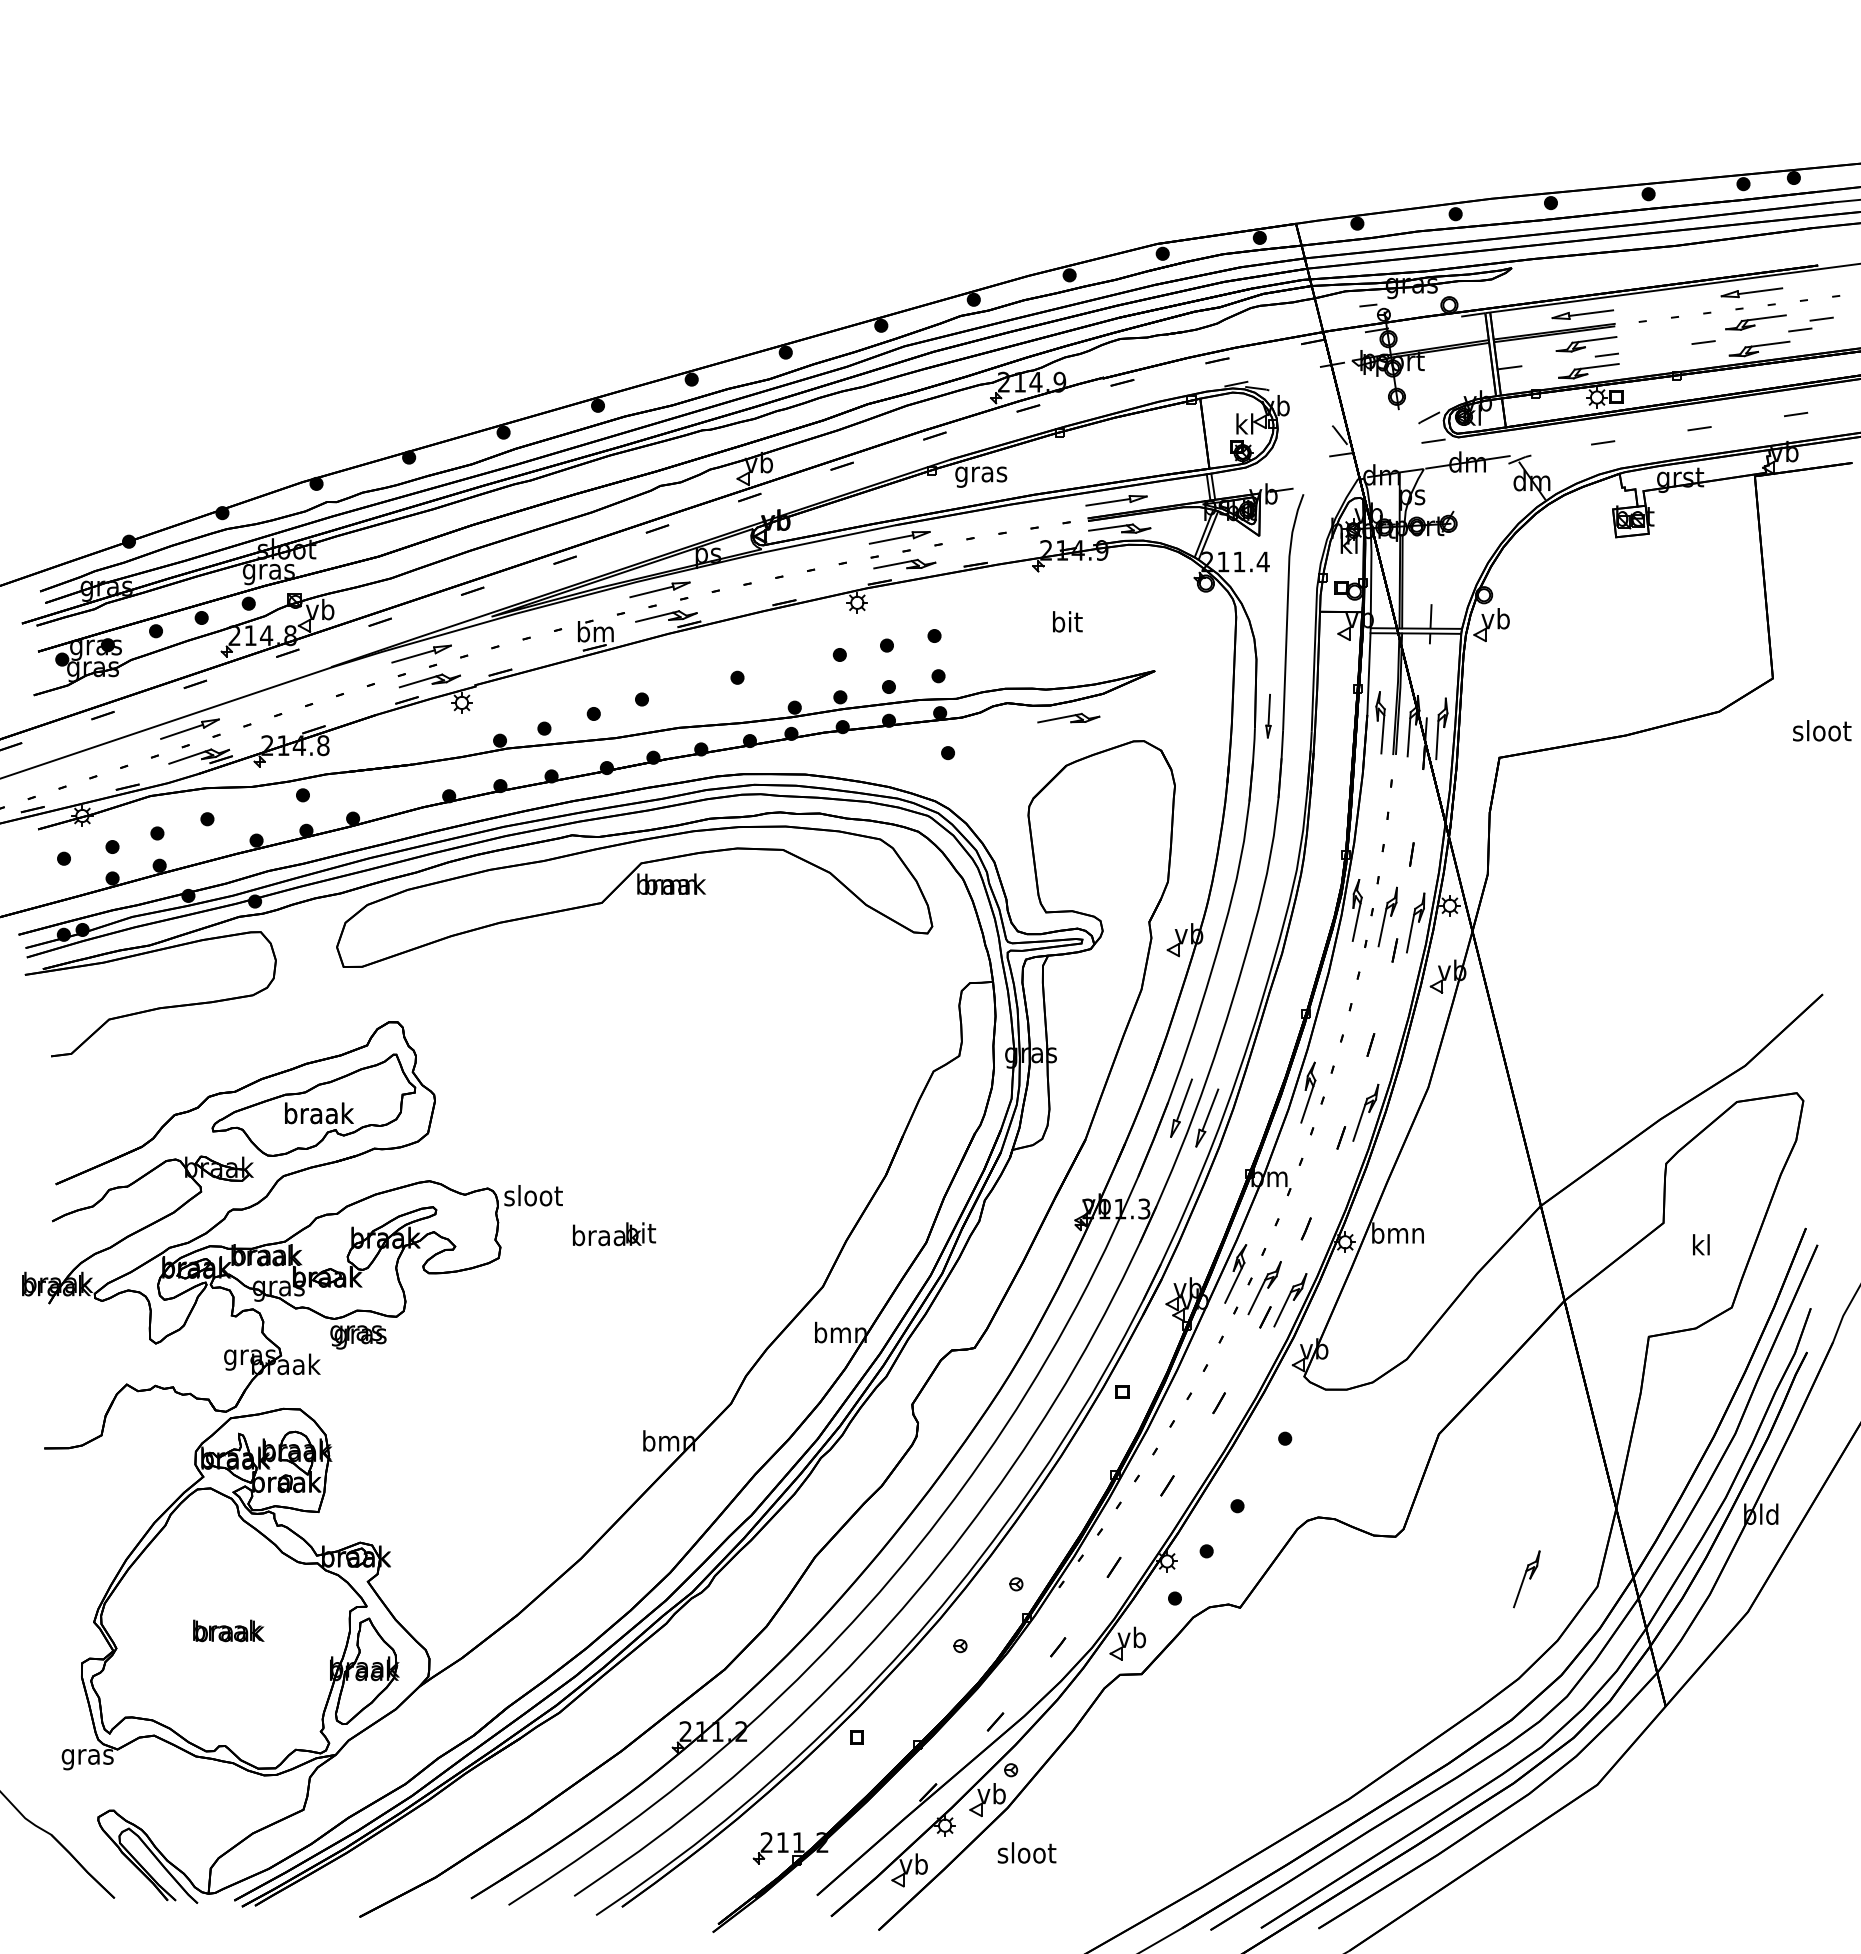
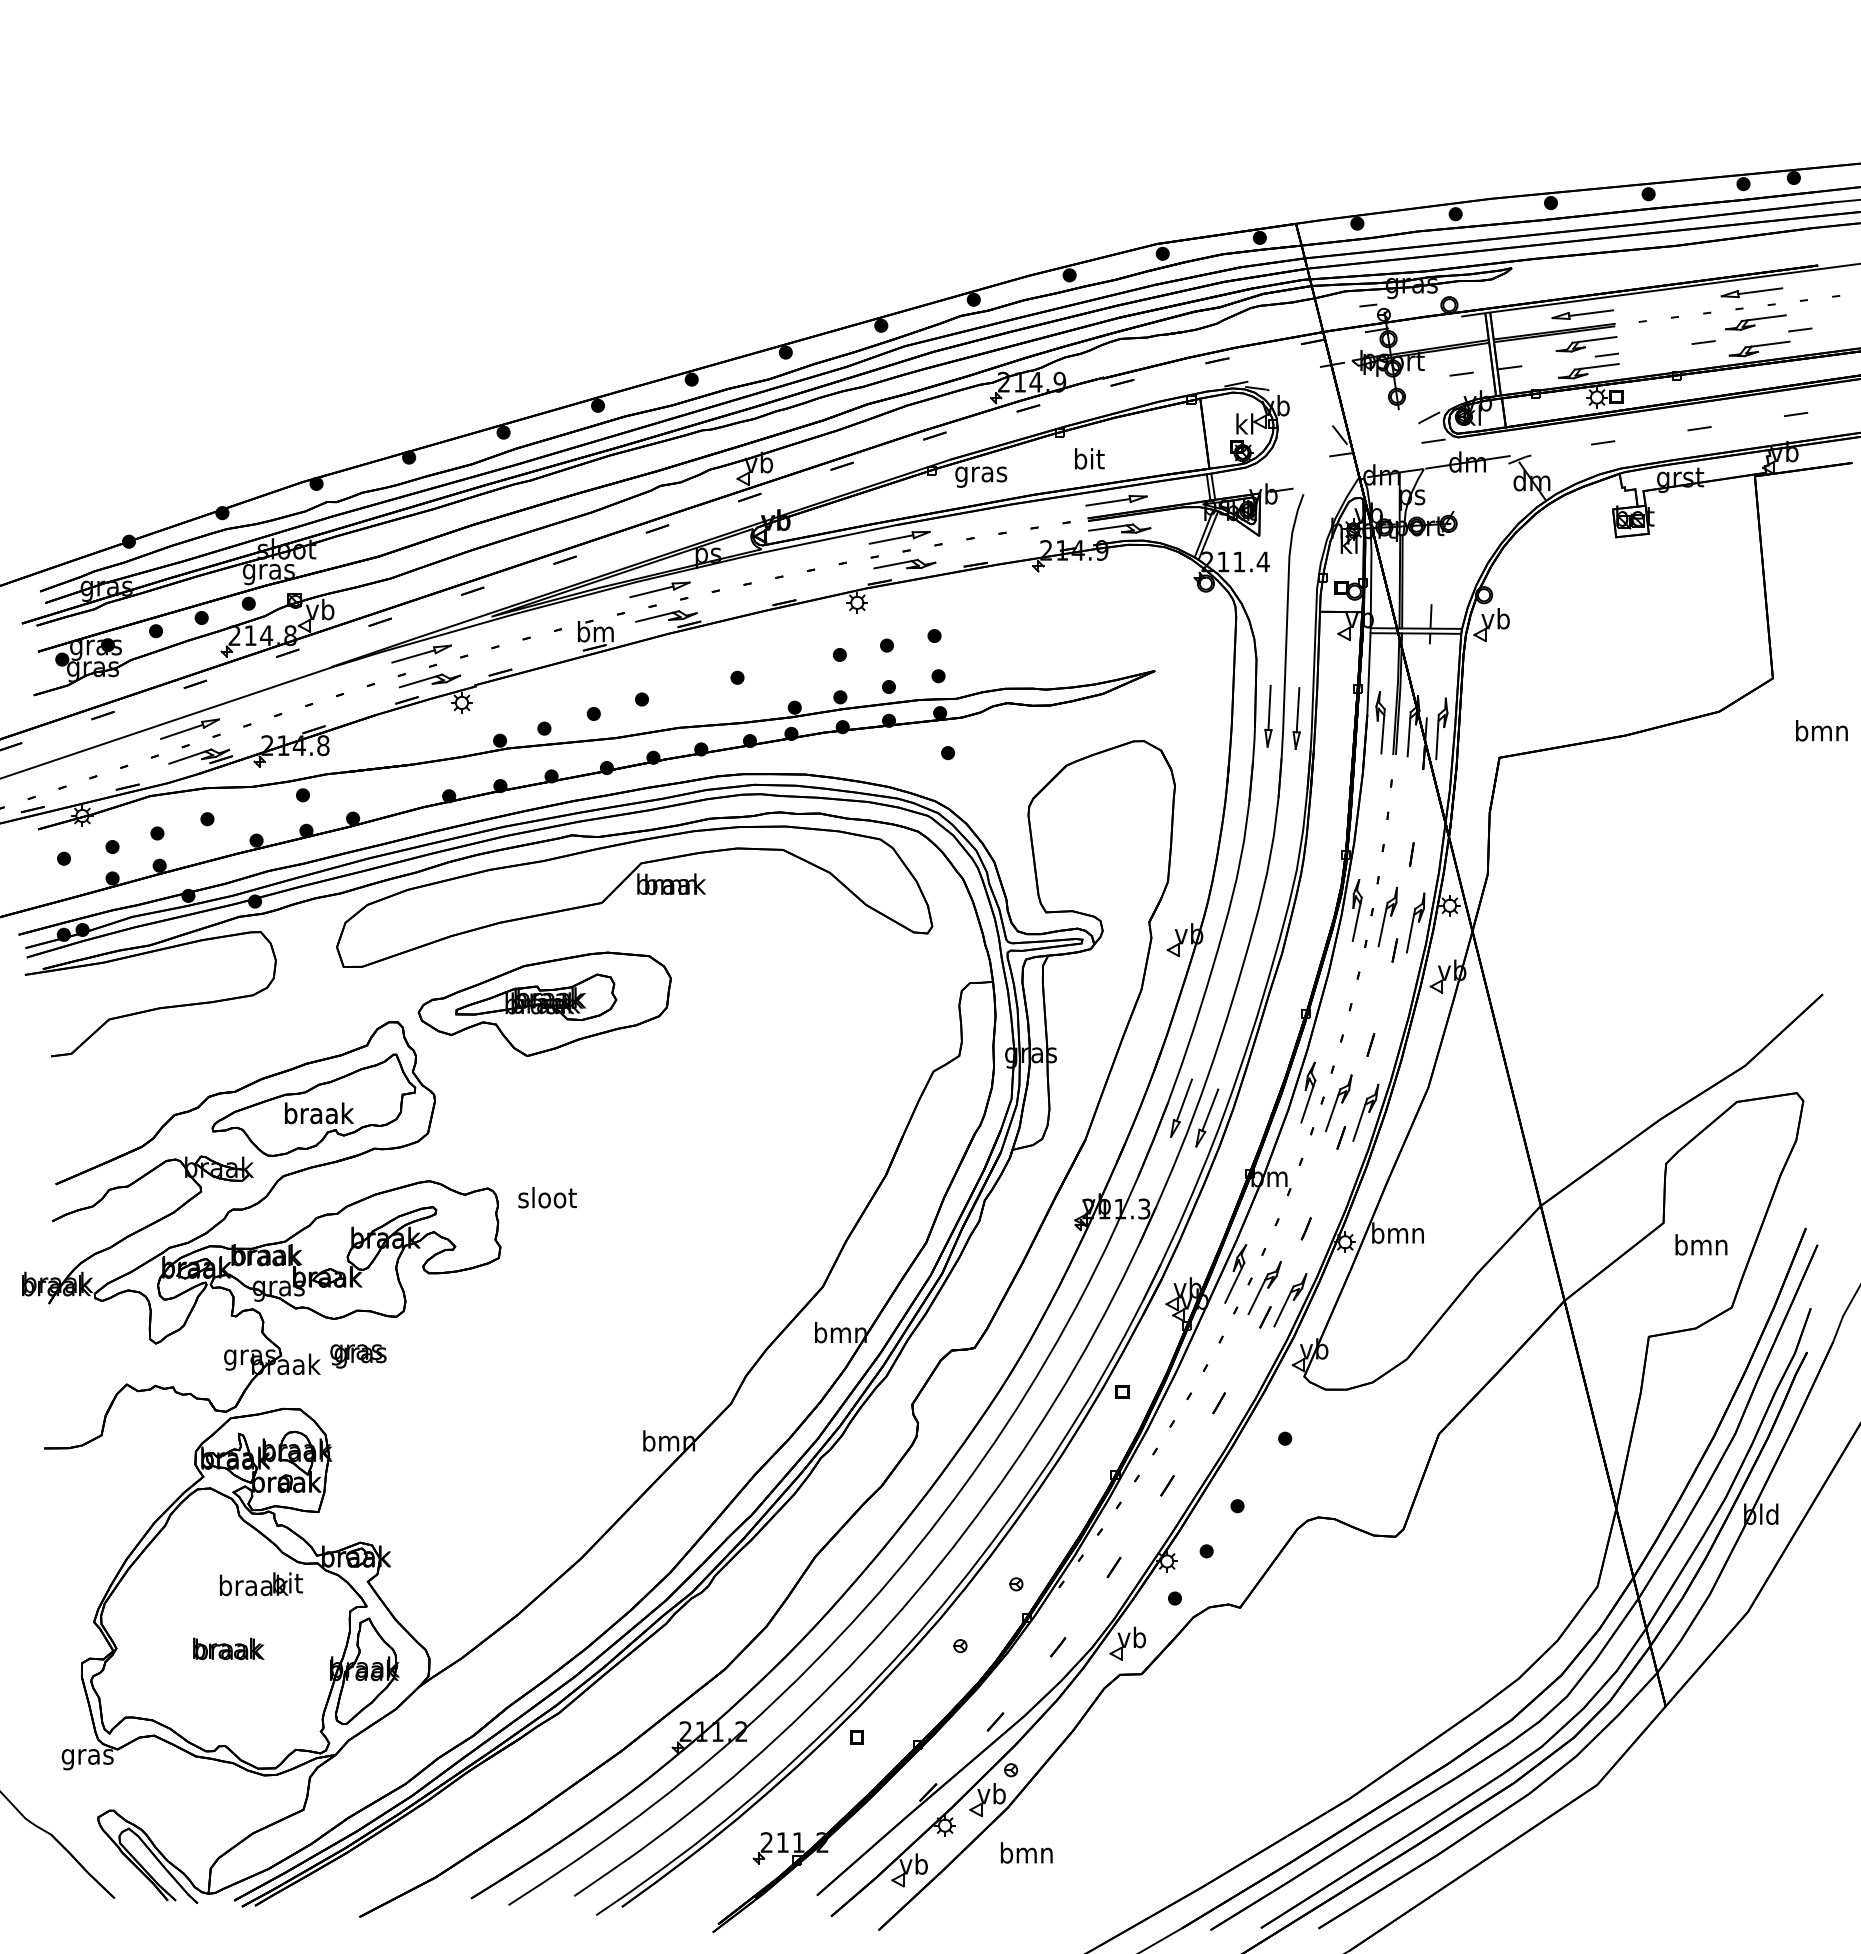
line at (1821, 318) position: (1821, 318) -> (1461, 373)
text at (1067, 621) position: (1067, 621) -> (1089, 458)
part at (1268, 716) size: 7x45 px -> 9x64 px
part at (1068, 717): present -> none
part at (1296, 718): none -> present
text at (1822, 730): sloot -> bmn
part at (544, 1003): none -> present
text at (533, 1195) position: (533, 1195) -> (547, 1197)
text at (614, 1234) position: (614, 1234) -> (261, 1584)
text at (1701, 1244): kl -> bmn
text at (358, 1337) position: (358, 1337) -> (358, 1356)
part at (1526, 1579) position: (1526, 1579) -> (1338, 1103)
text at (228, 1630) position: (228, 1630) -> (228, 1648)
text at (1026, 1852): sloot -> bmn
